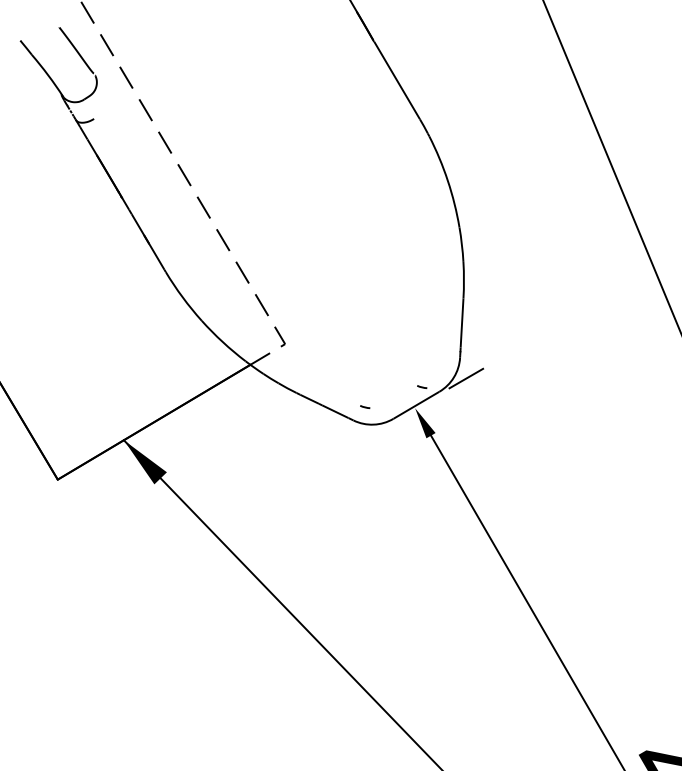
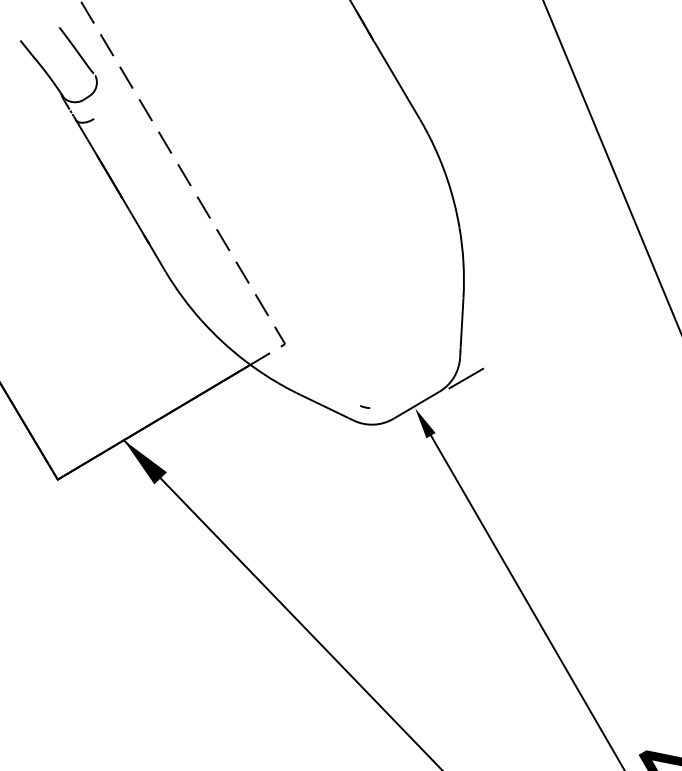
curve at (422, 386): present -> none
